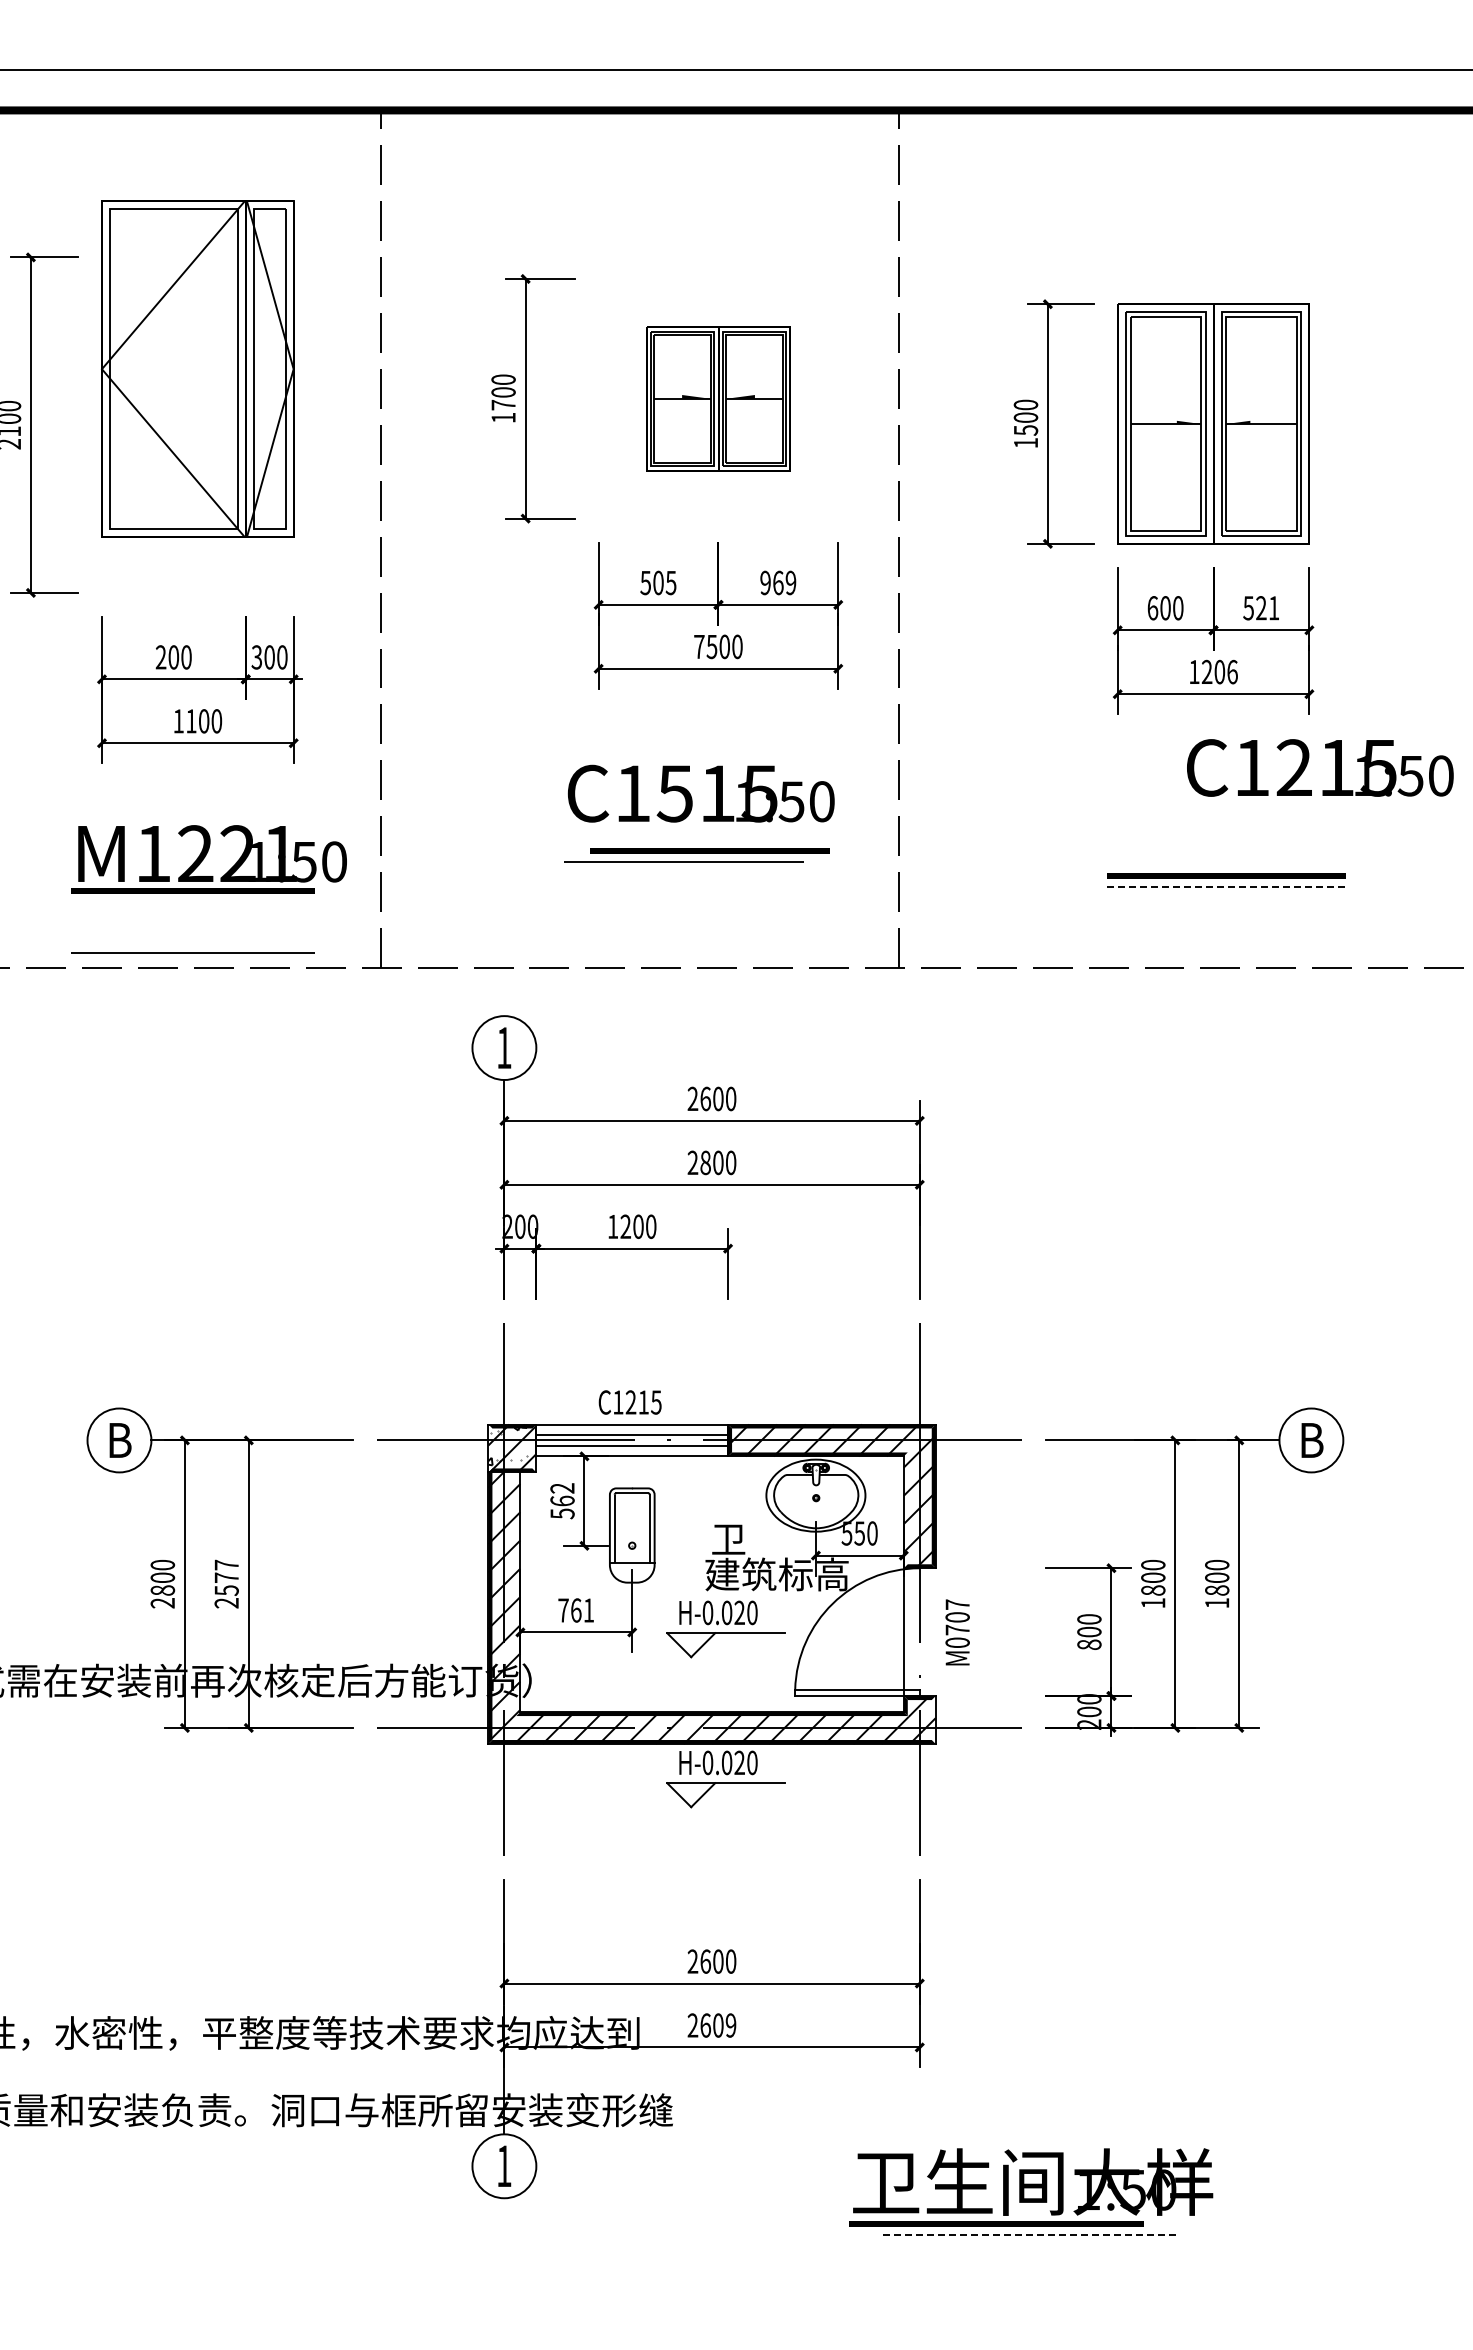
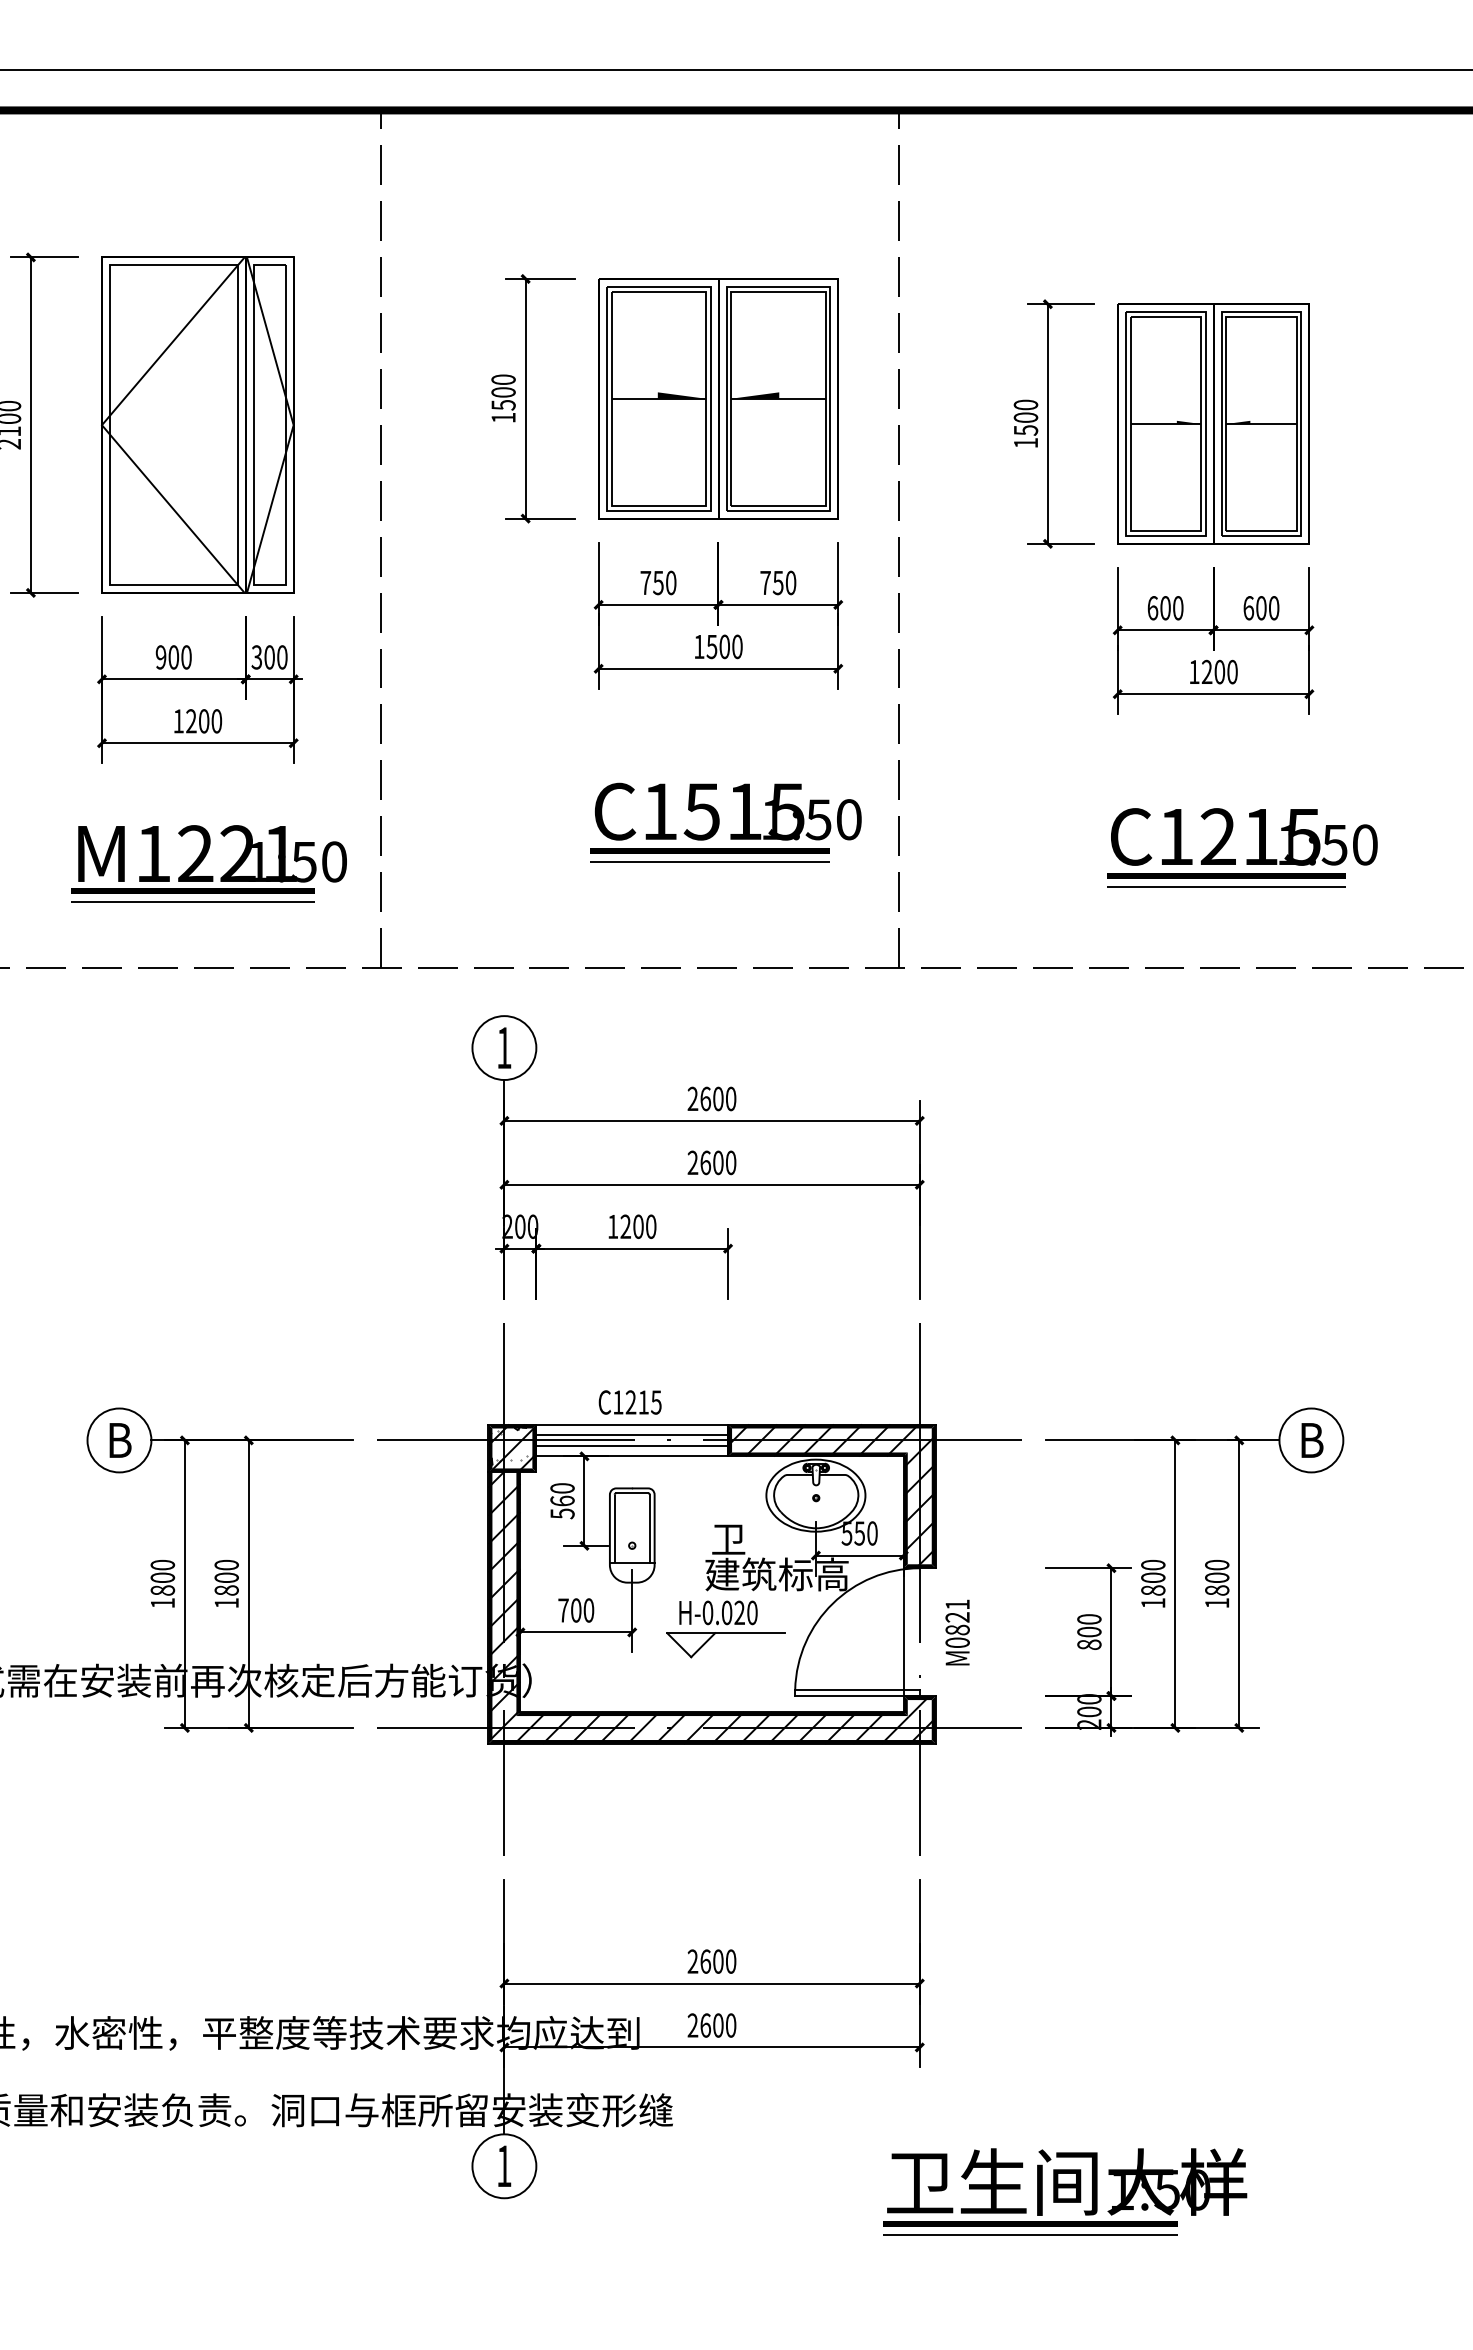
part at (197, 368) position: (197, 368) -> (197, 424)
part at (718, 398) size: 145x146 px -> 241x242 px
text at (503, 404): 1700 -> 1500
text at (658, 582): 505 -> 750
text at (778, 582): 969 -> 750
text at (1261, 608): 521 -> 600
text at (699, 646): 7500 -> 1500
text at (160, 657): 200 -> 900
text at (1232, 671): 1206 -> 1200
text at (191, 721): 1100 -> 1200
text at (1320, 767) position: (1320, 767) -> (1244, 836)
text at (700, 793) position: (700, 793) -> (727, 811)
line at (683, 861) position: (683, 861) -> (709, 861)
line at (1226, 887): dashed -> solid
line at (192, 952) position: (192, 952) -> (192, 901)
text at (705, 1162): 2800 -> 2600
fill at (490, 1448): none -> present
fill at (534, 1448): none -> present
text at (562, 1488): 562 -> 560
fill at (905, 1510): none -> present
text at (226, 1583): 2577 -> 1800
fill at (518, 1594): none -> present
text at (162, 1603): 2800 -> 1800
text at (582, 1610): 761 -> 700
text at (957, 1617): M0707 -> M0821
fill at (933, 1720): none -> present
part at (725, 1779): present -> none
text at (730, 2025): 2609 -> 2600
text at (1031, 2187) position: (1031, 2187) -> (1065, 2187)
line at (1030, 2235): dashed -> solid
